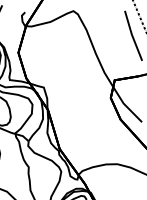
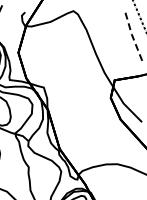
line at (132, 35): solid -> dashed
